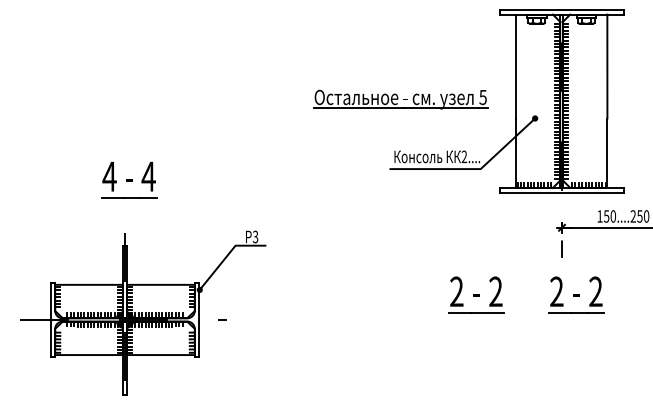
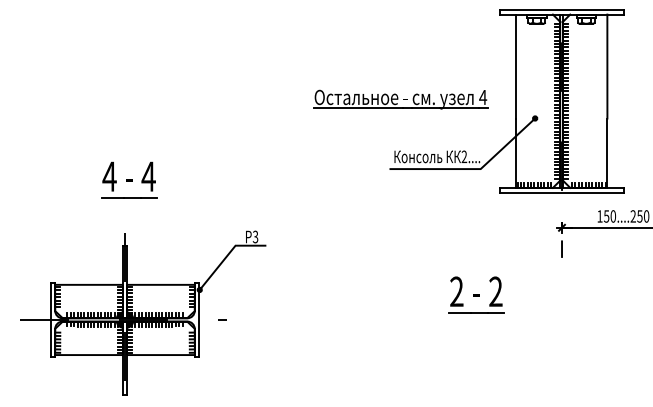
text at (483, 97): 5 -> 4
part at (576, 294): present -> none
